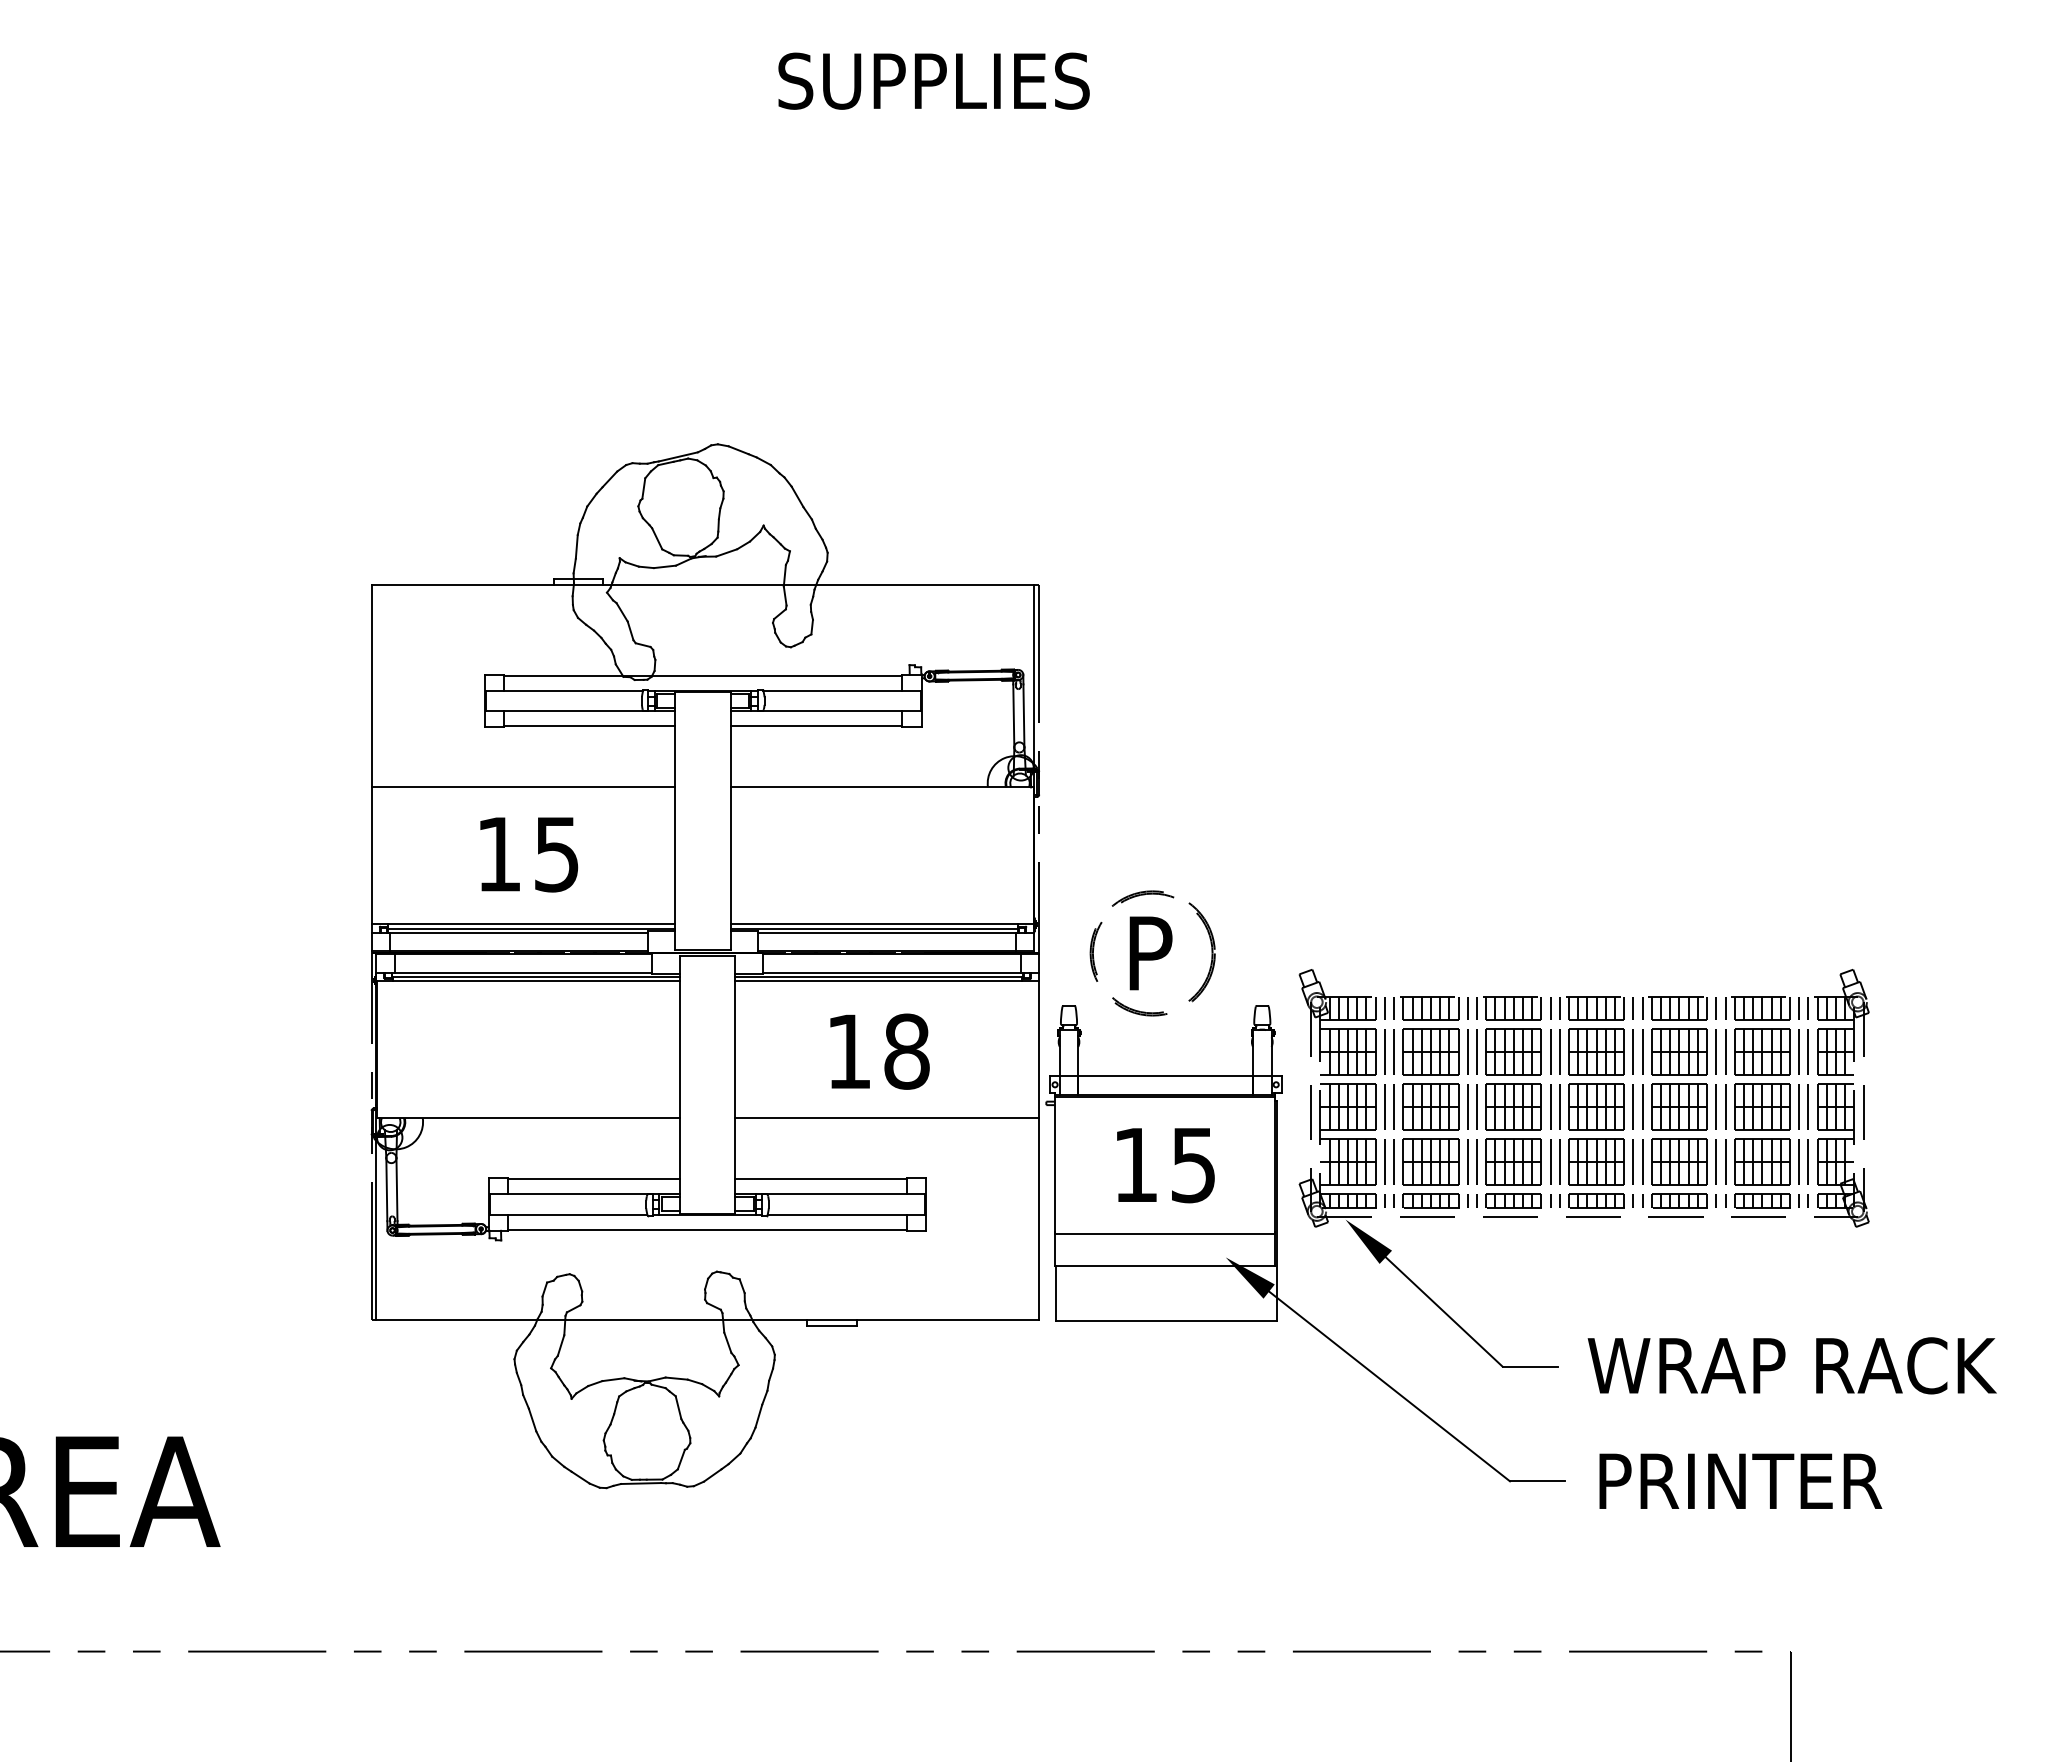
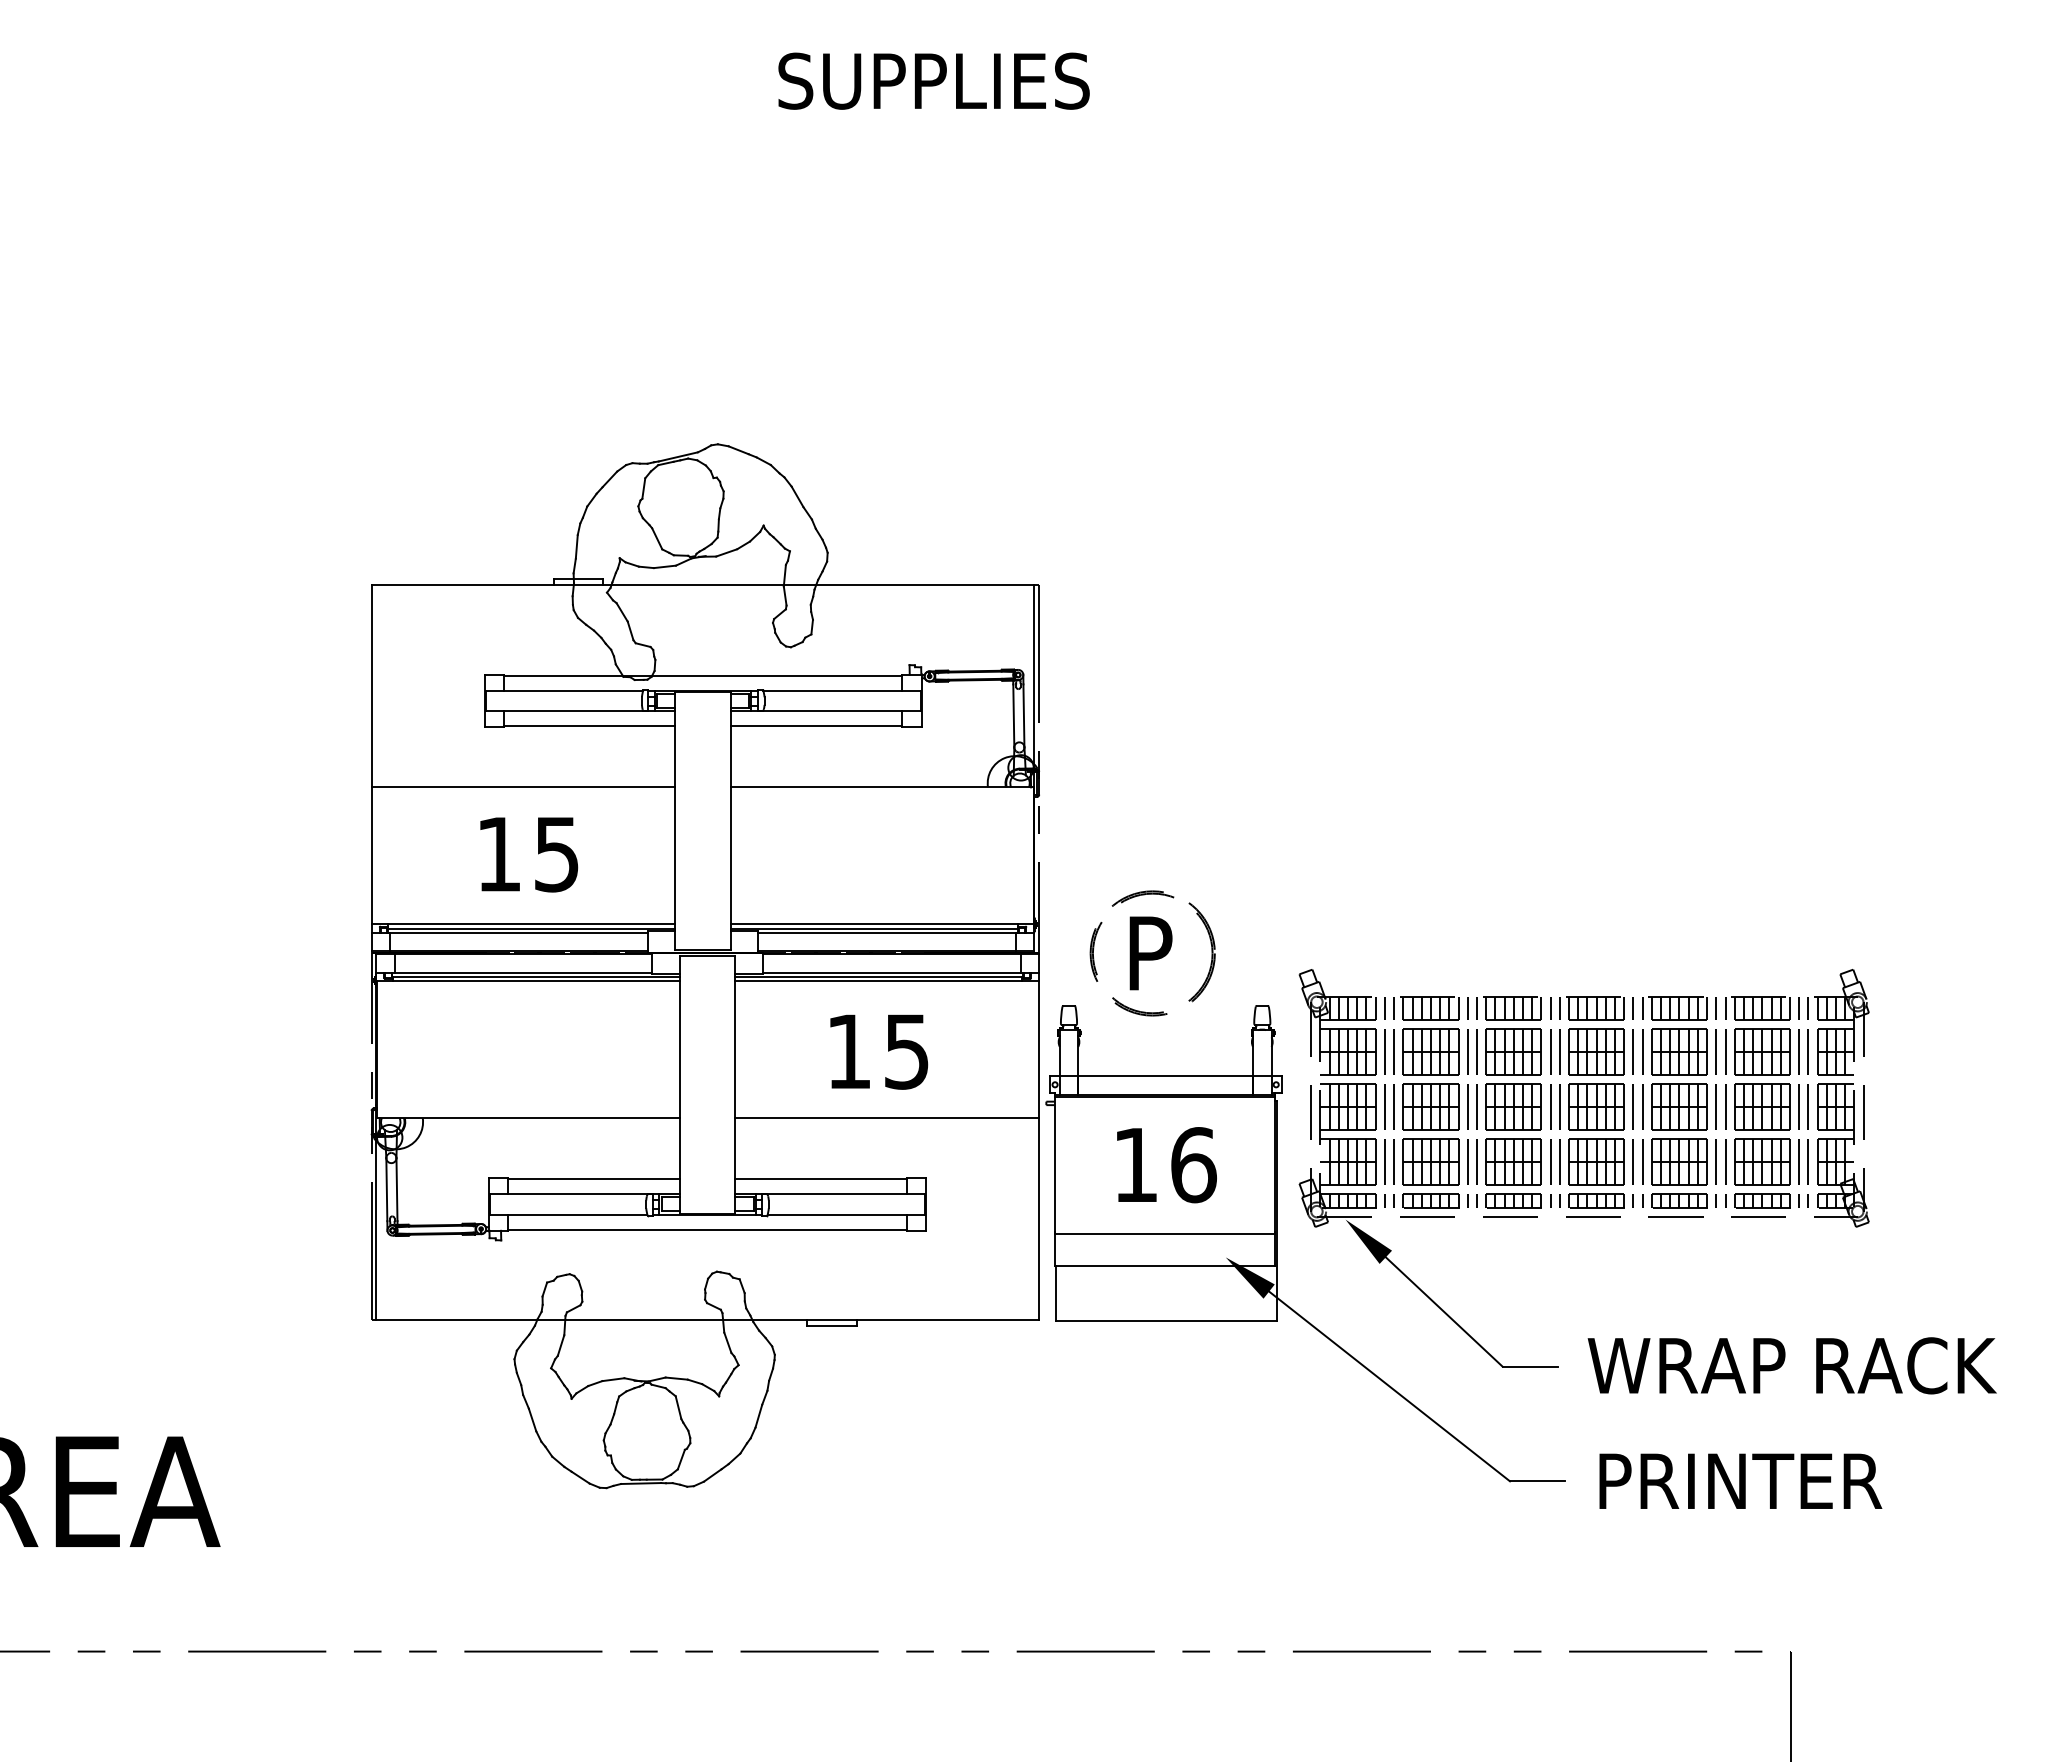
text at (906, 1051): 18 -> 15
text at (1193, 1165): 15 -> 16
